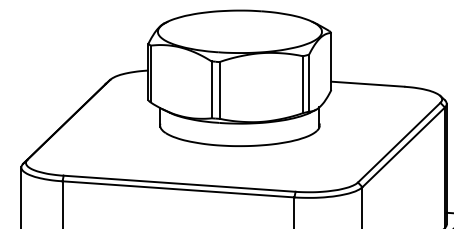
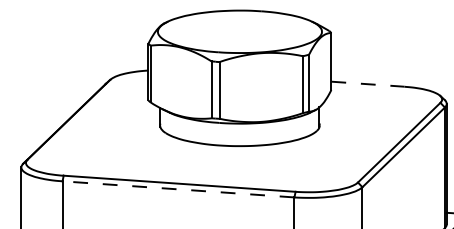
line at (367, 84): solid -> dashed
line at (178, 189): solid -> dashed
